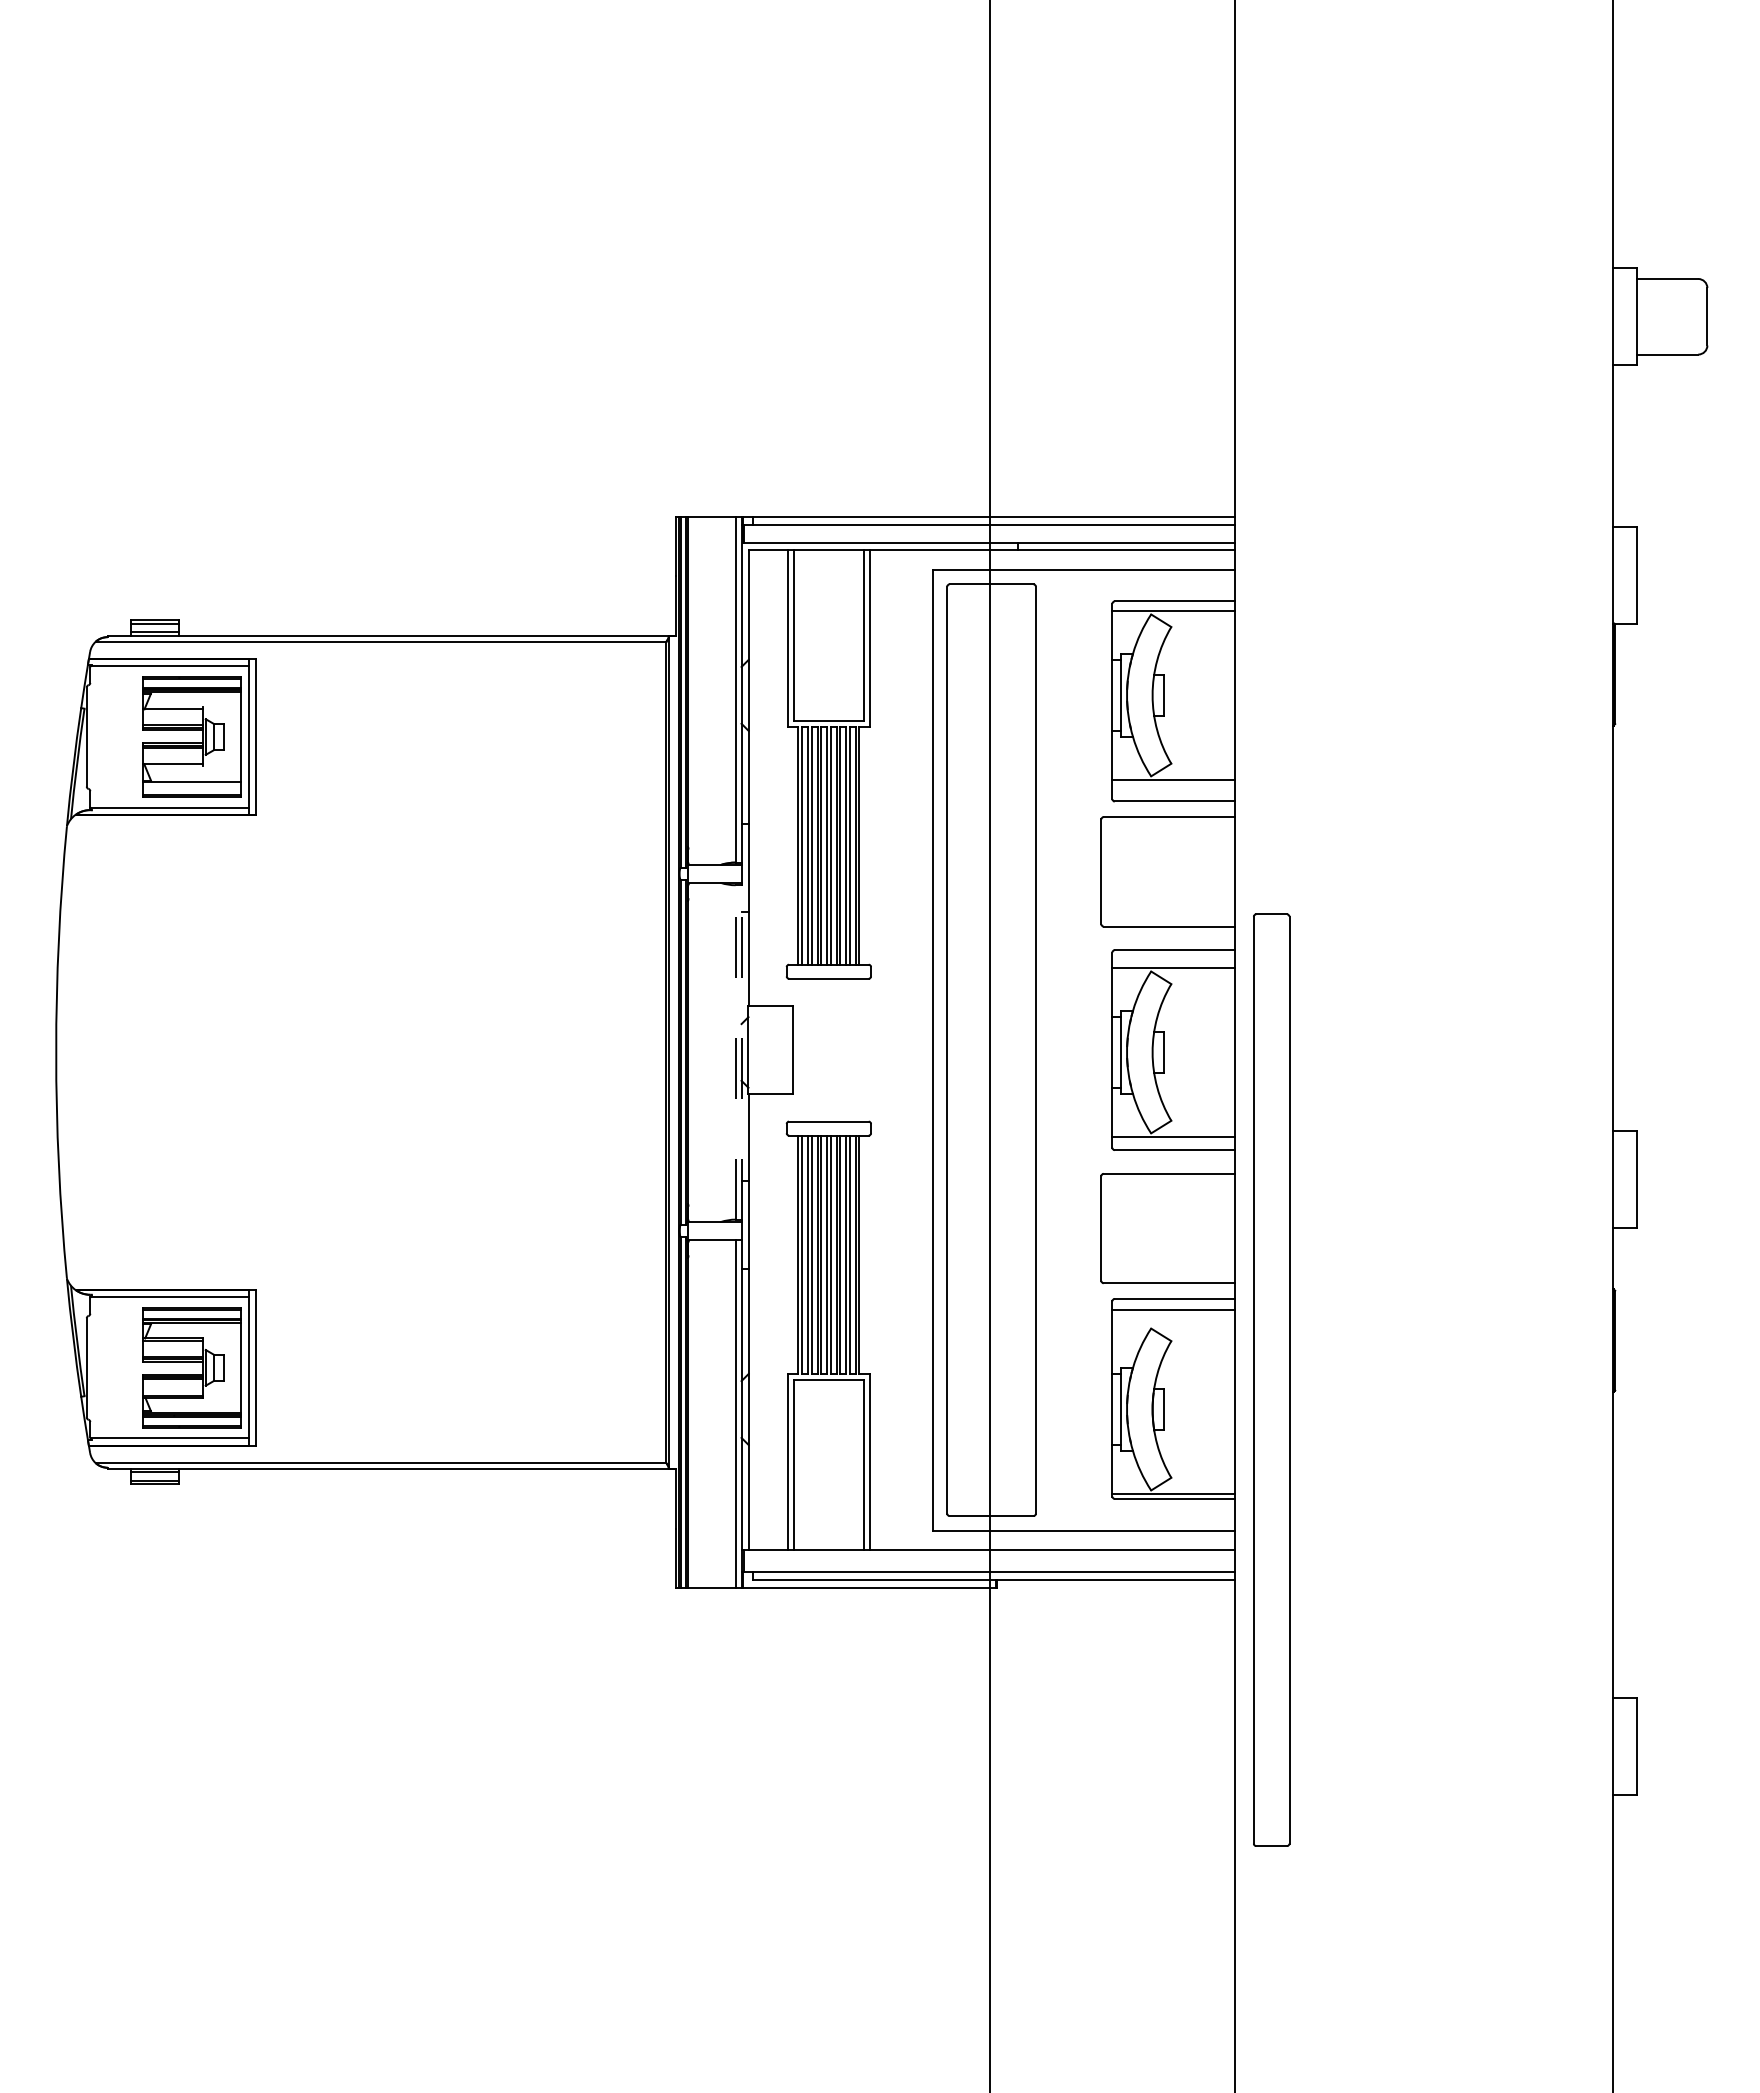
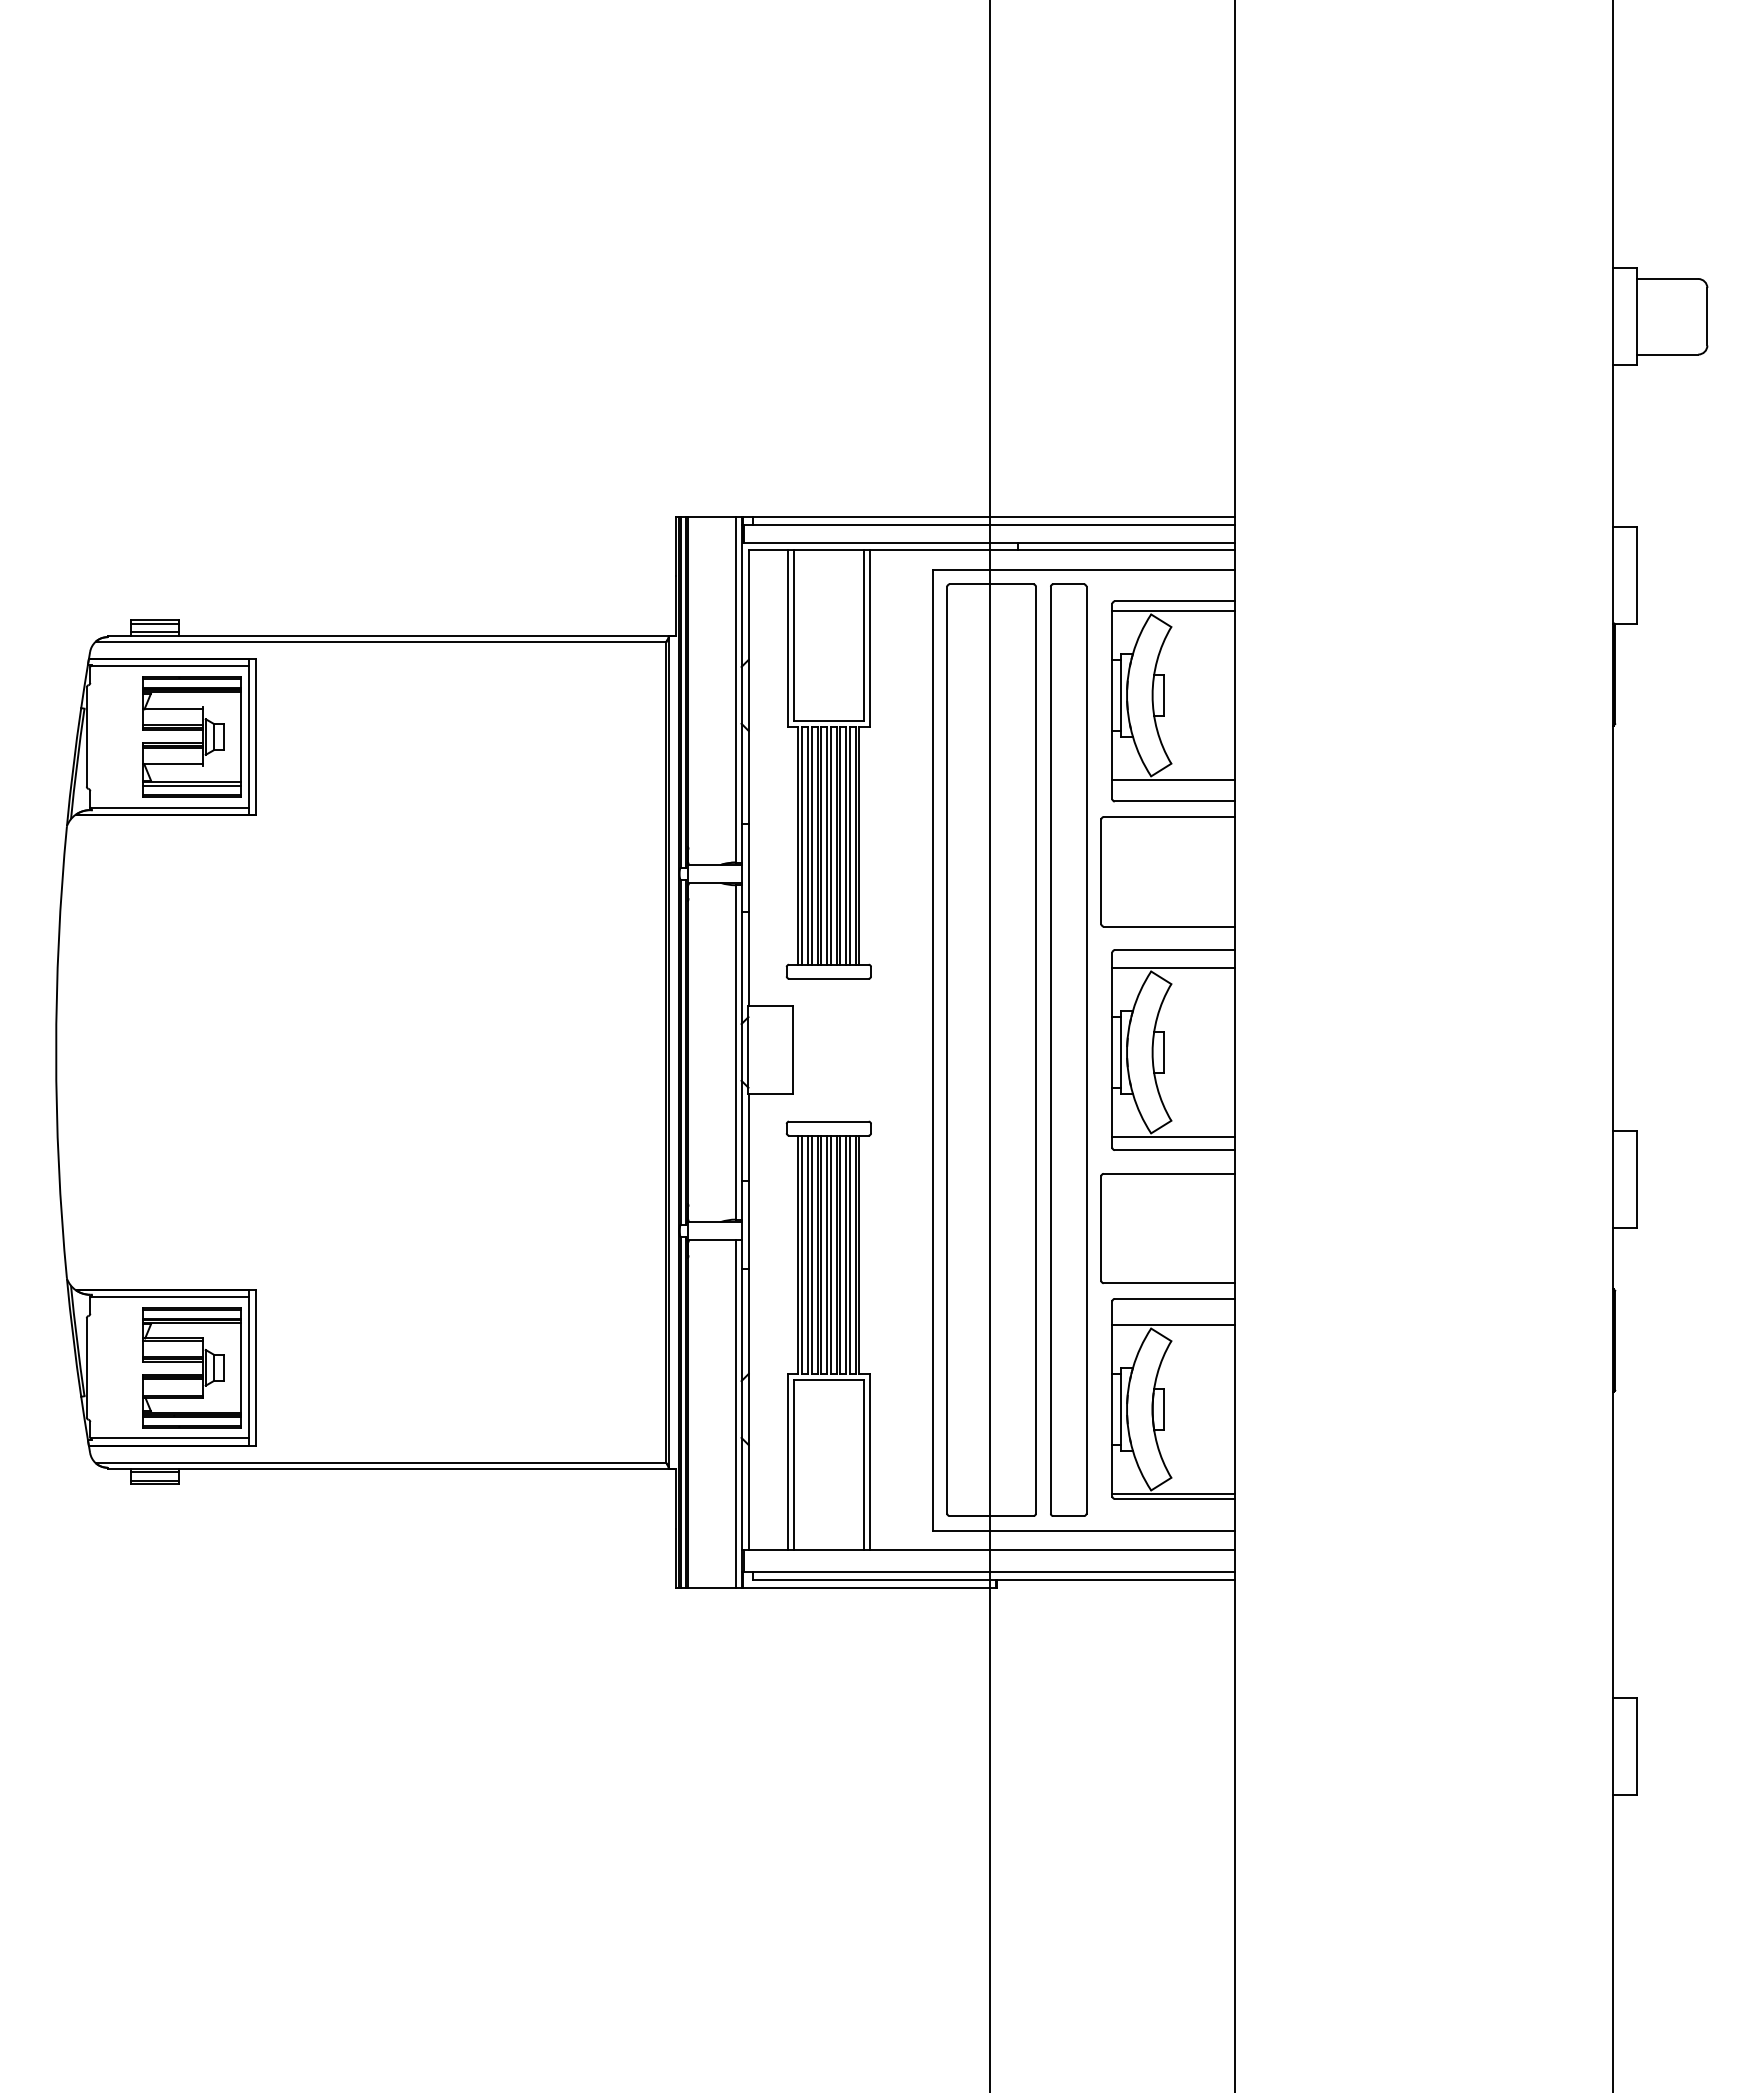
line at (191, 785): none -> present
line at (735, 1051): dashed -> solid
line at (741, 1051): dashed -> solid
line at (1173, 1310) position: (1173, 1310) -> (1173, 1325)
part at (1271, 1379) position: (1271, 1379) -> (1068, 1049)
